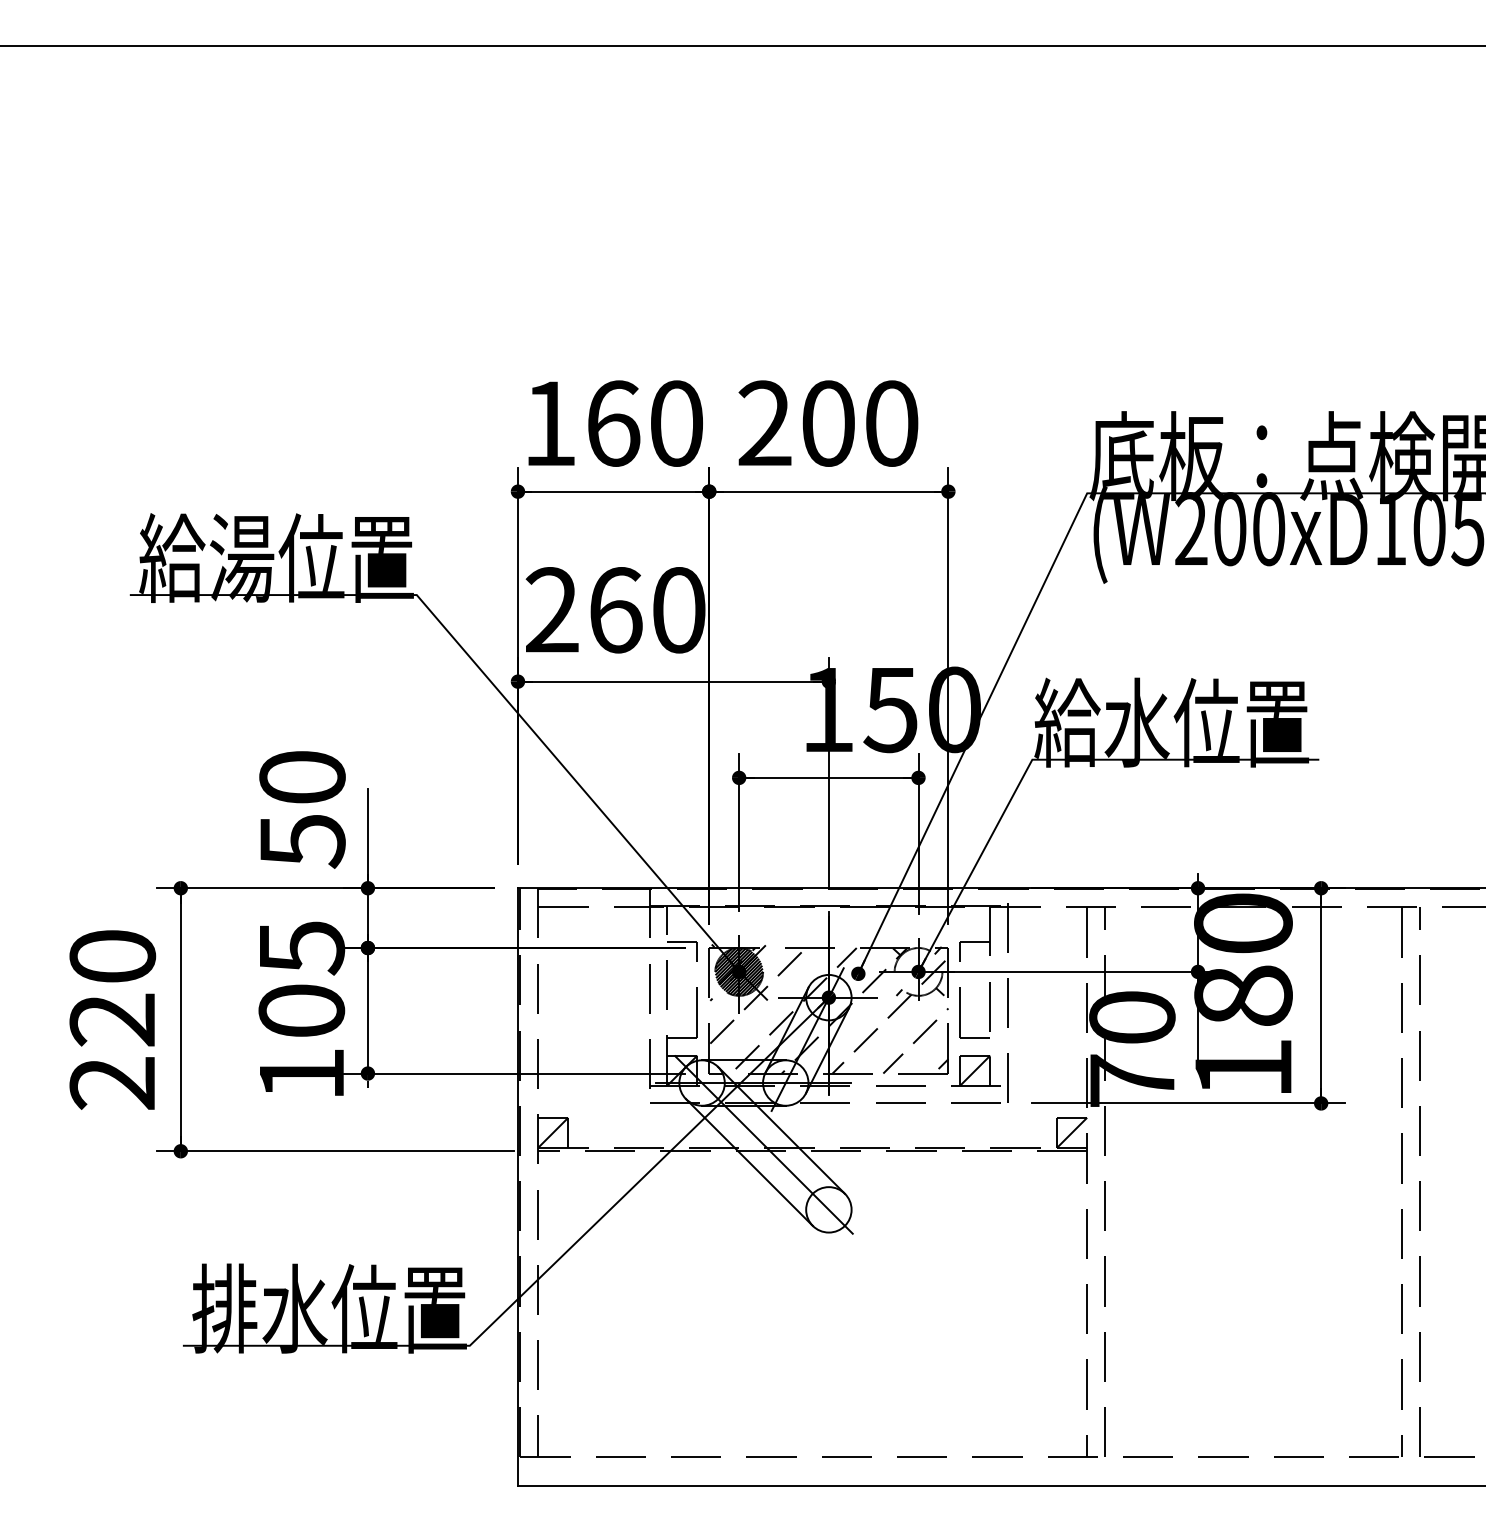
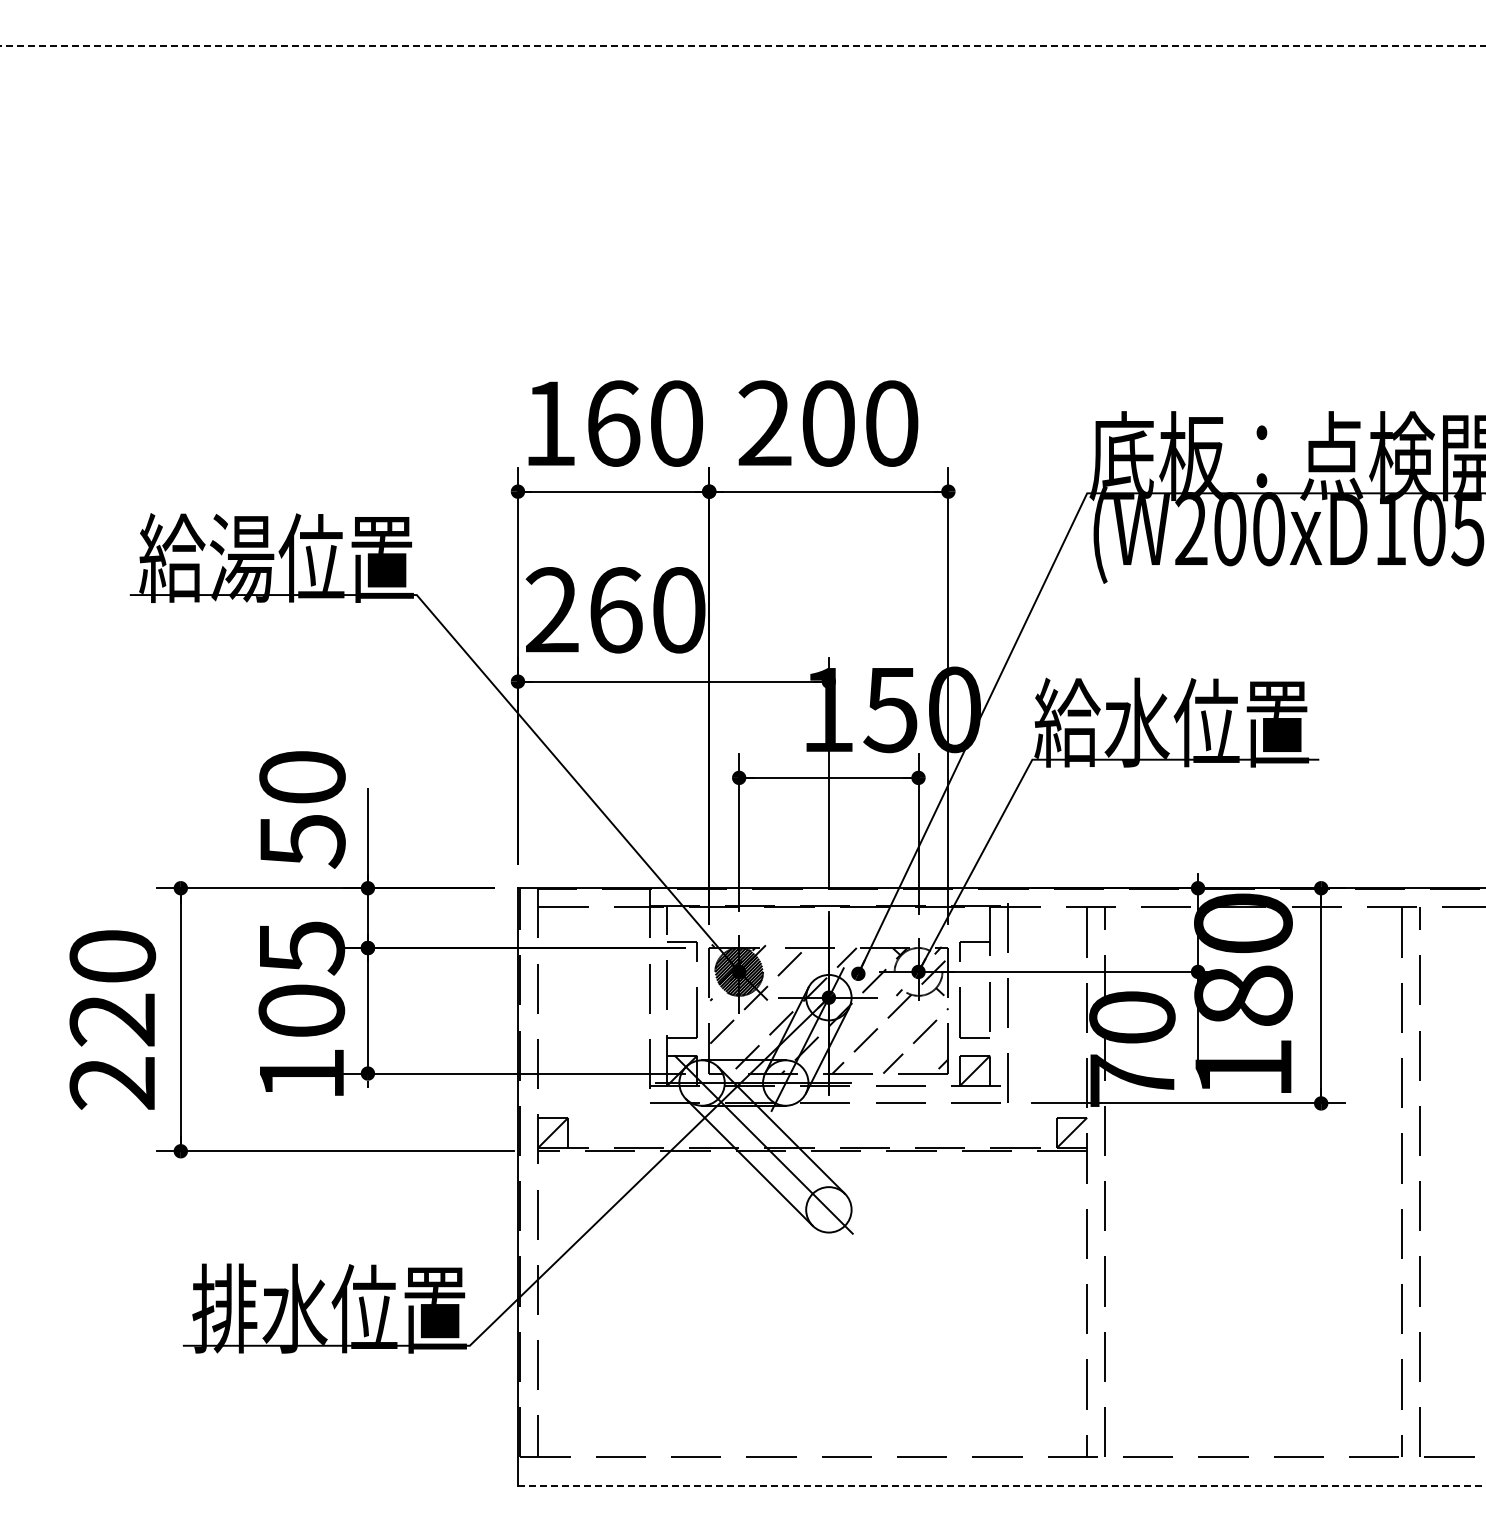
line at (743, 45): solid -> dashed
line at (1001, 1486): solid -> dashed
